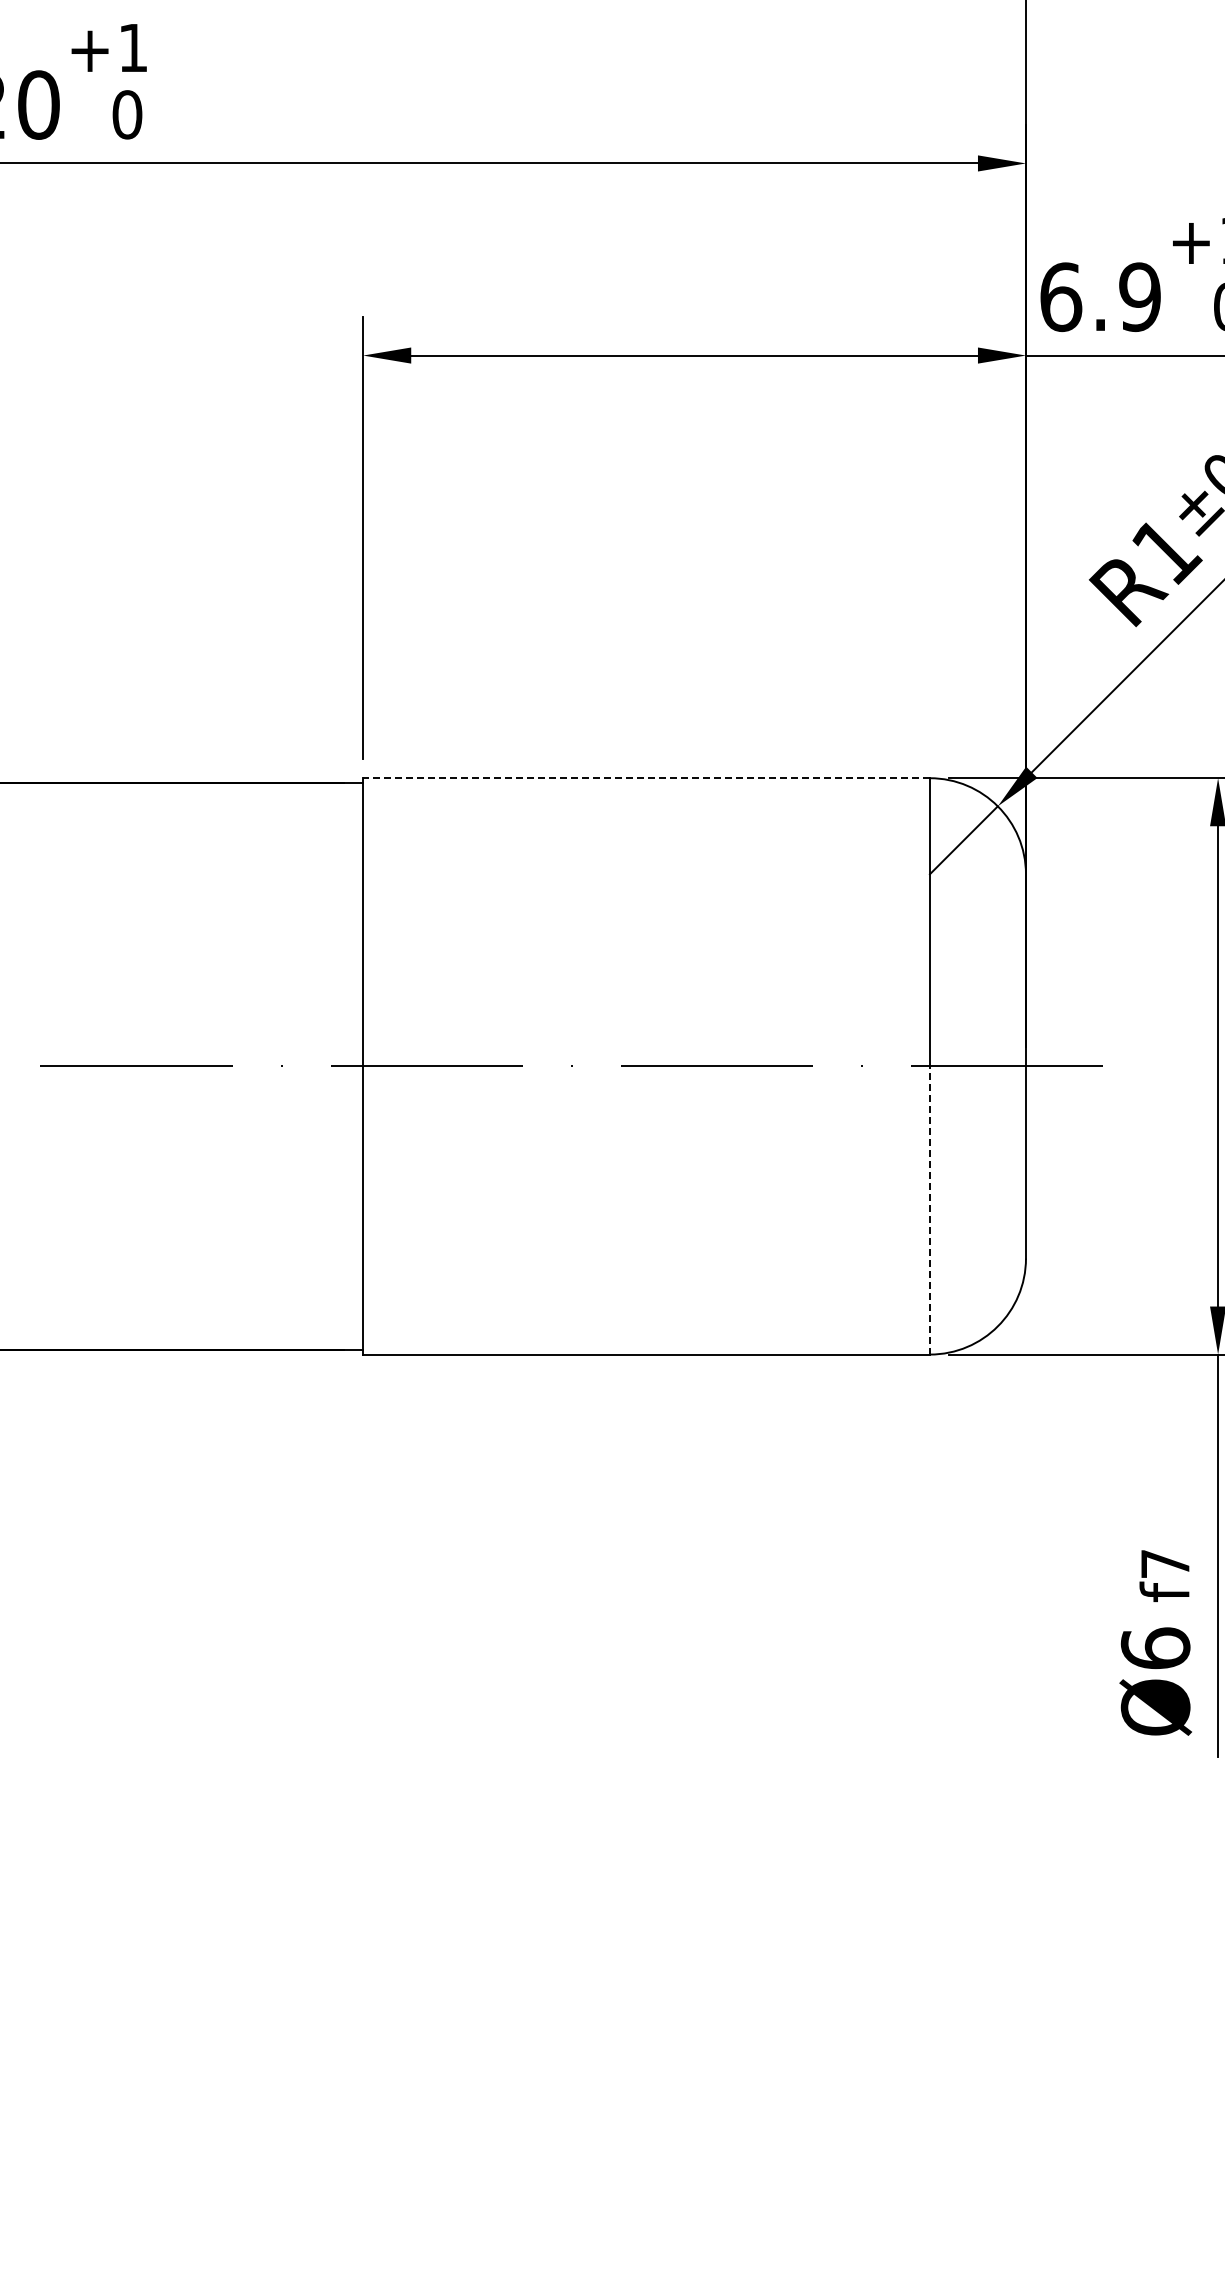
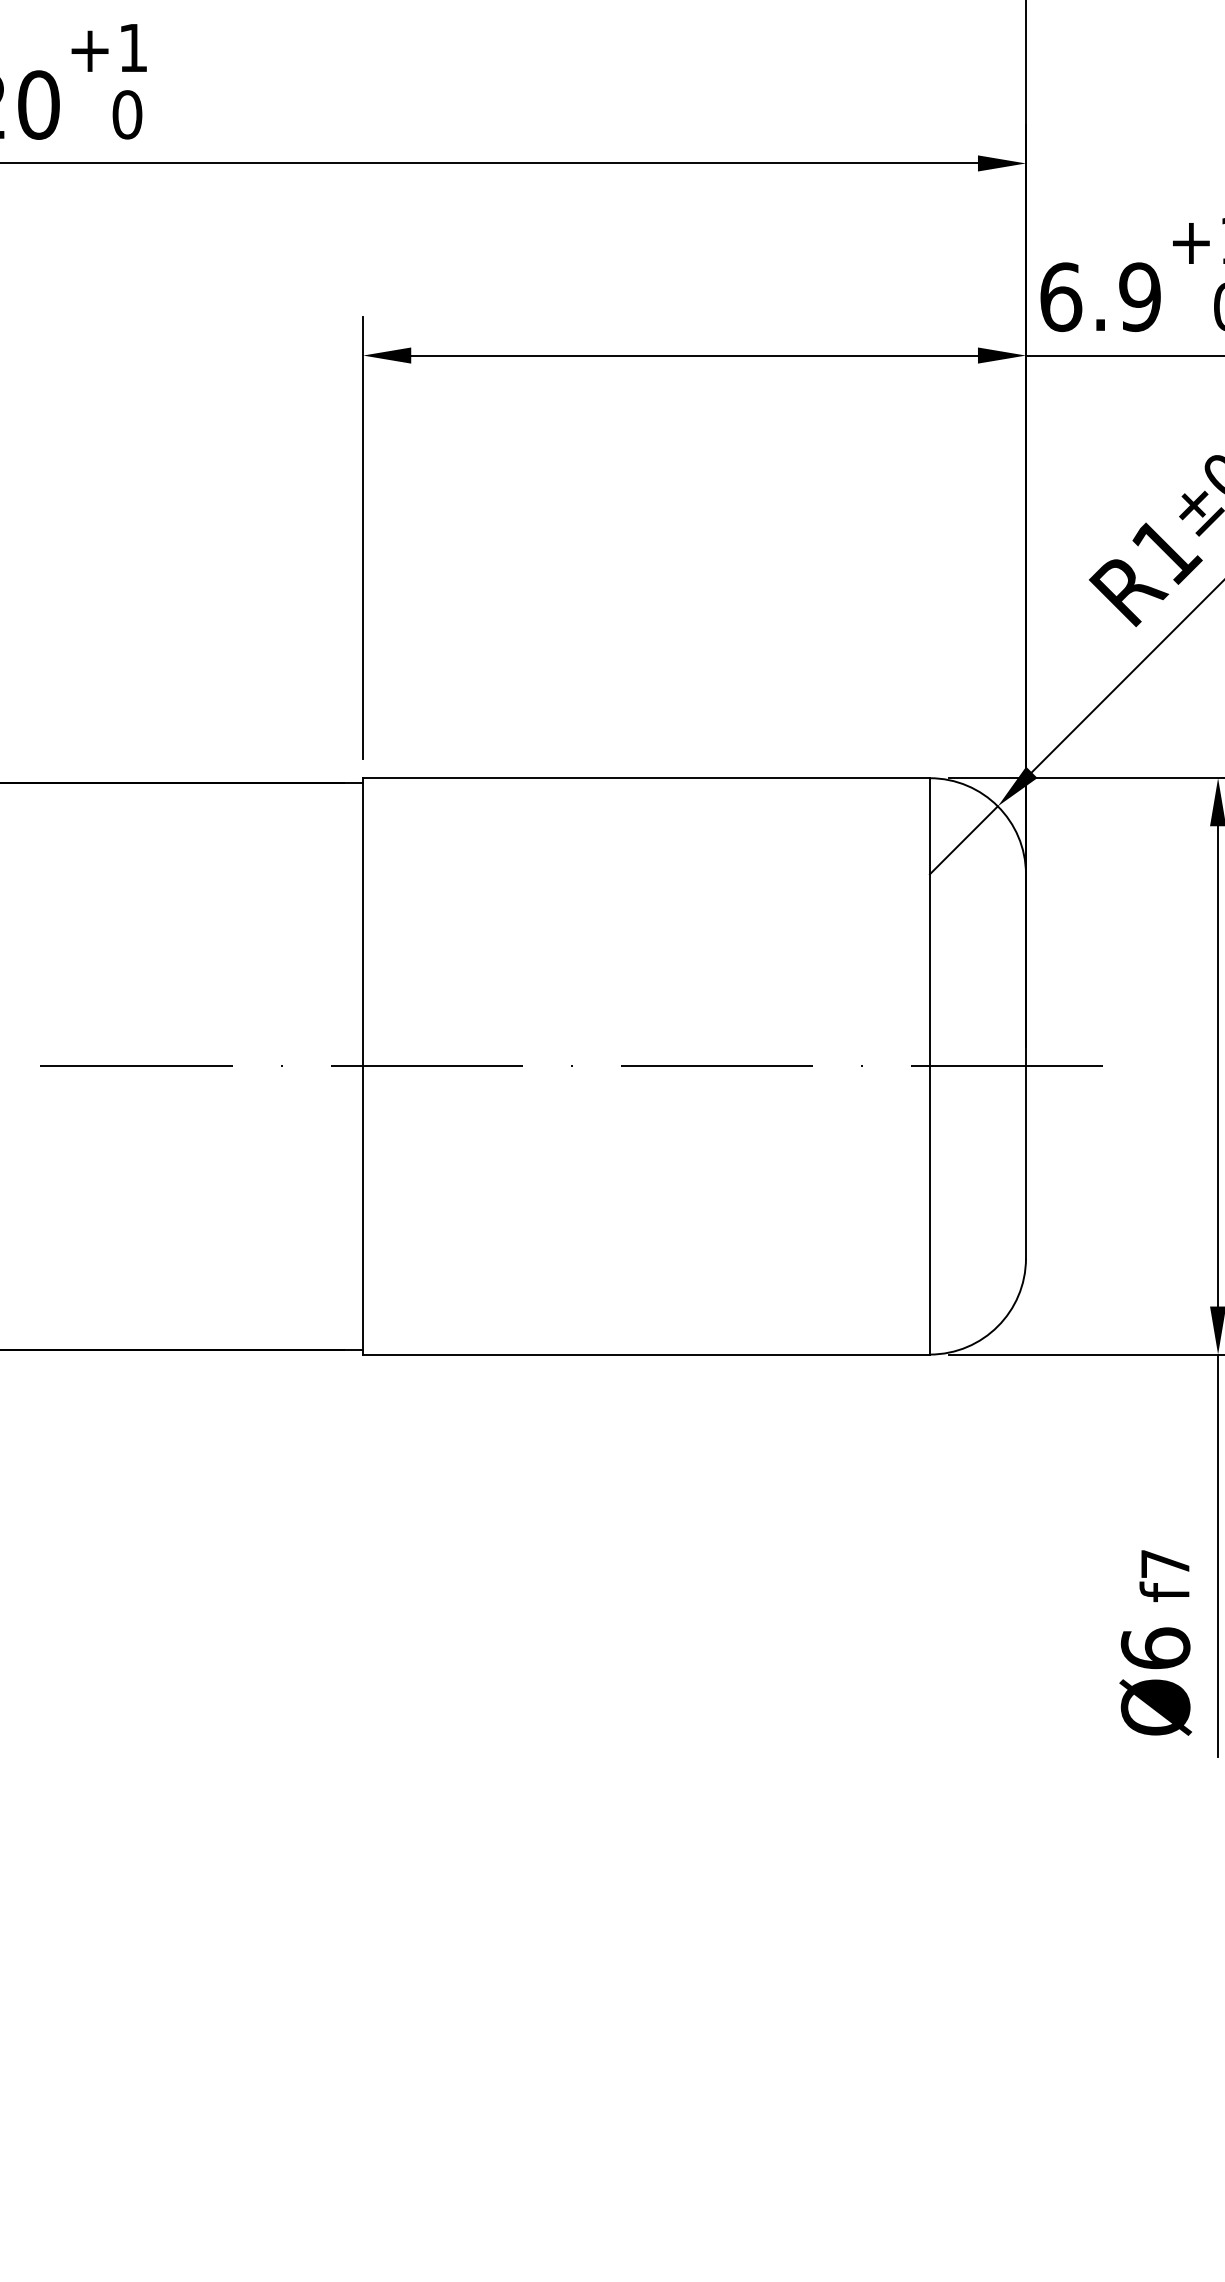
line at (646, 778): dashed -> solid
line at (929, 1209): dashed -> solid
